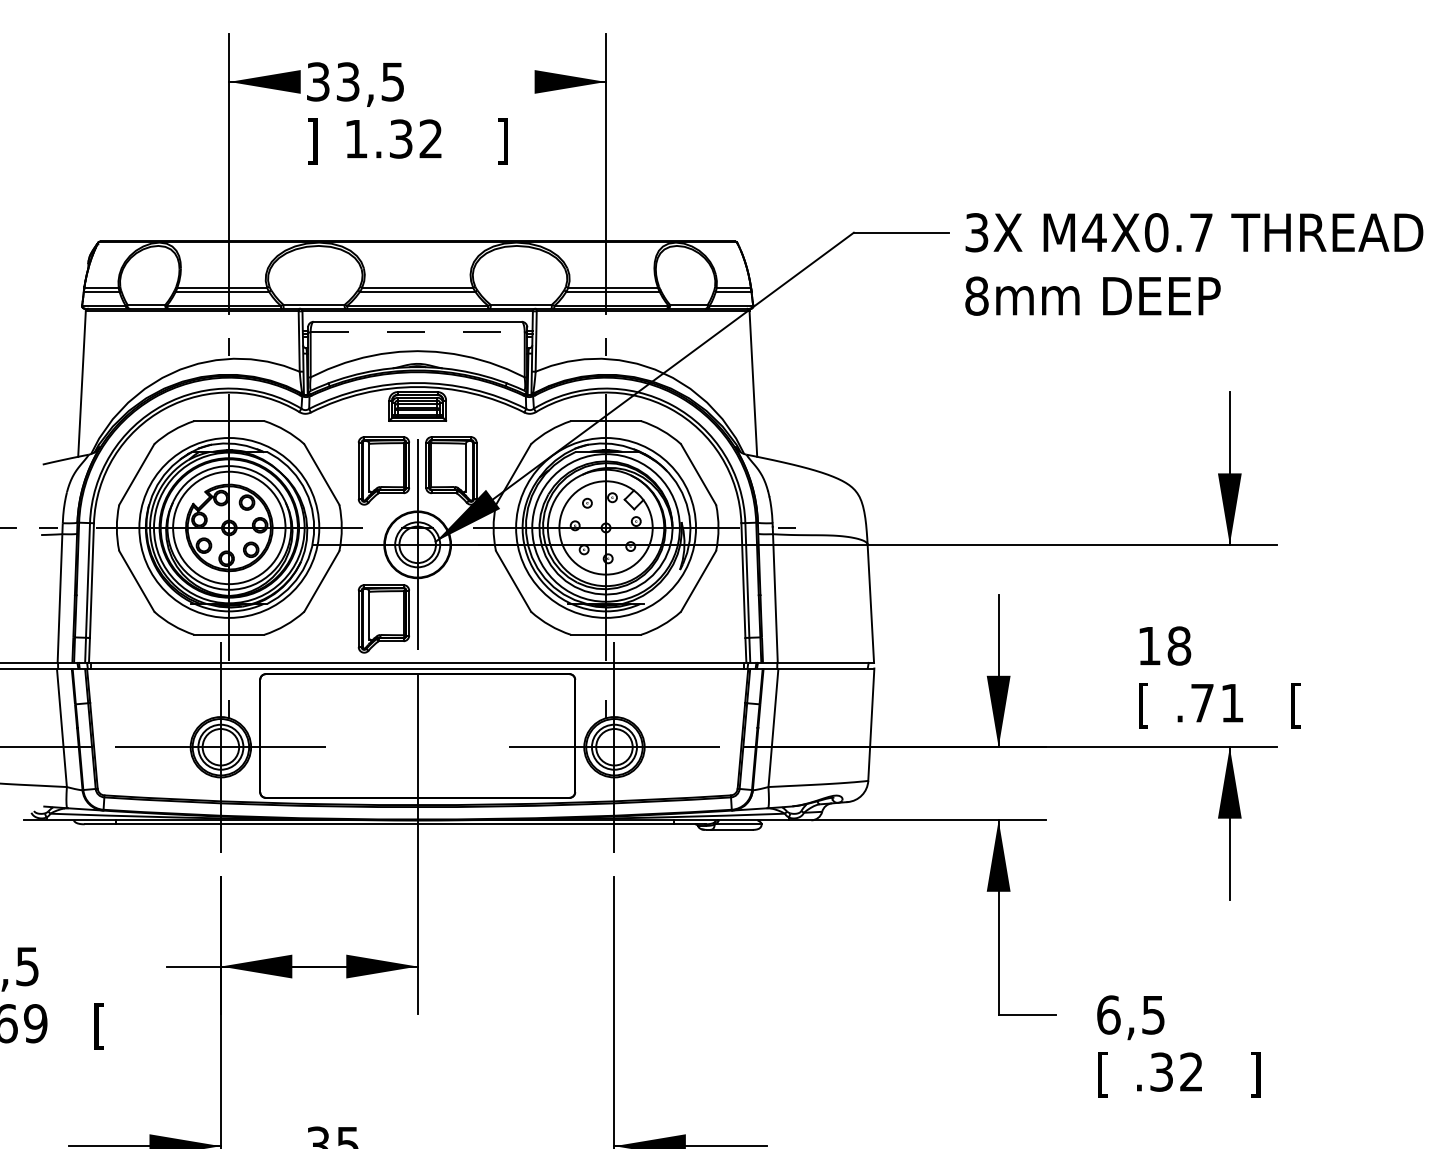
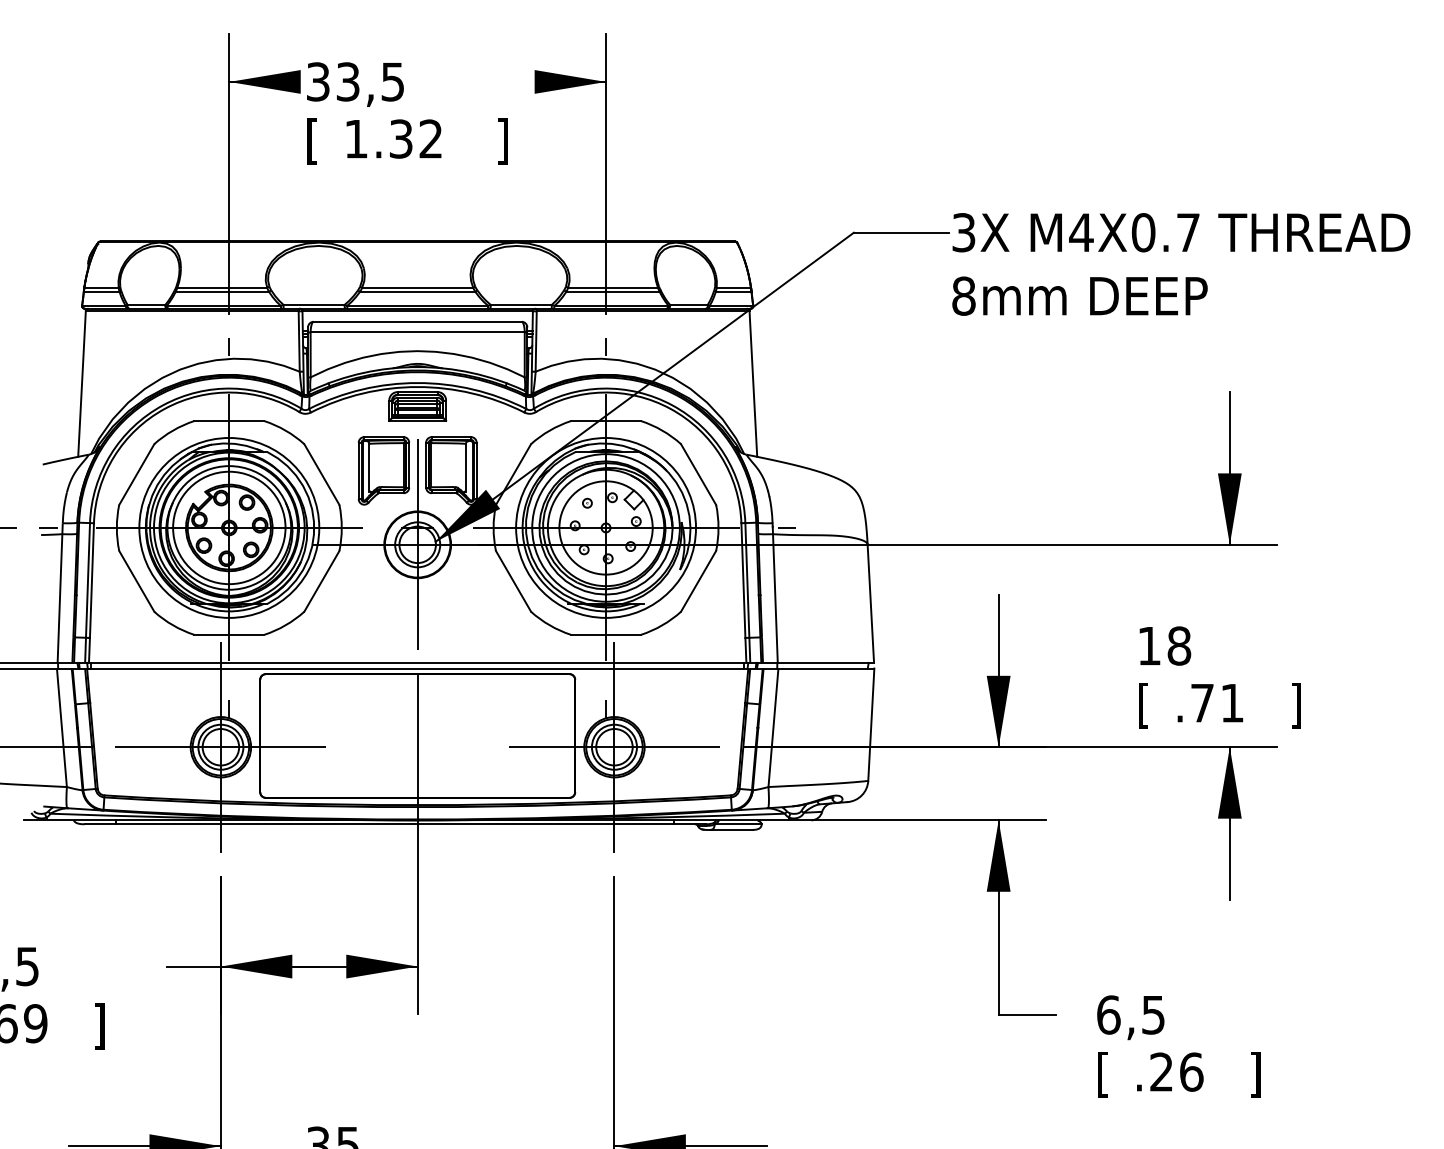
text at (312, 141): ] -> [
text at (1194, 264) position: (1194, 264) -> (1181, 264)
line at (418, 332): dashed -> solid
part at (383, 618): present -> none
text at (1295, 705): [ -> ]
text at (99, 1026): [ -> ]
text at (1176, 1071): .32 -> .26
